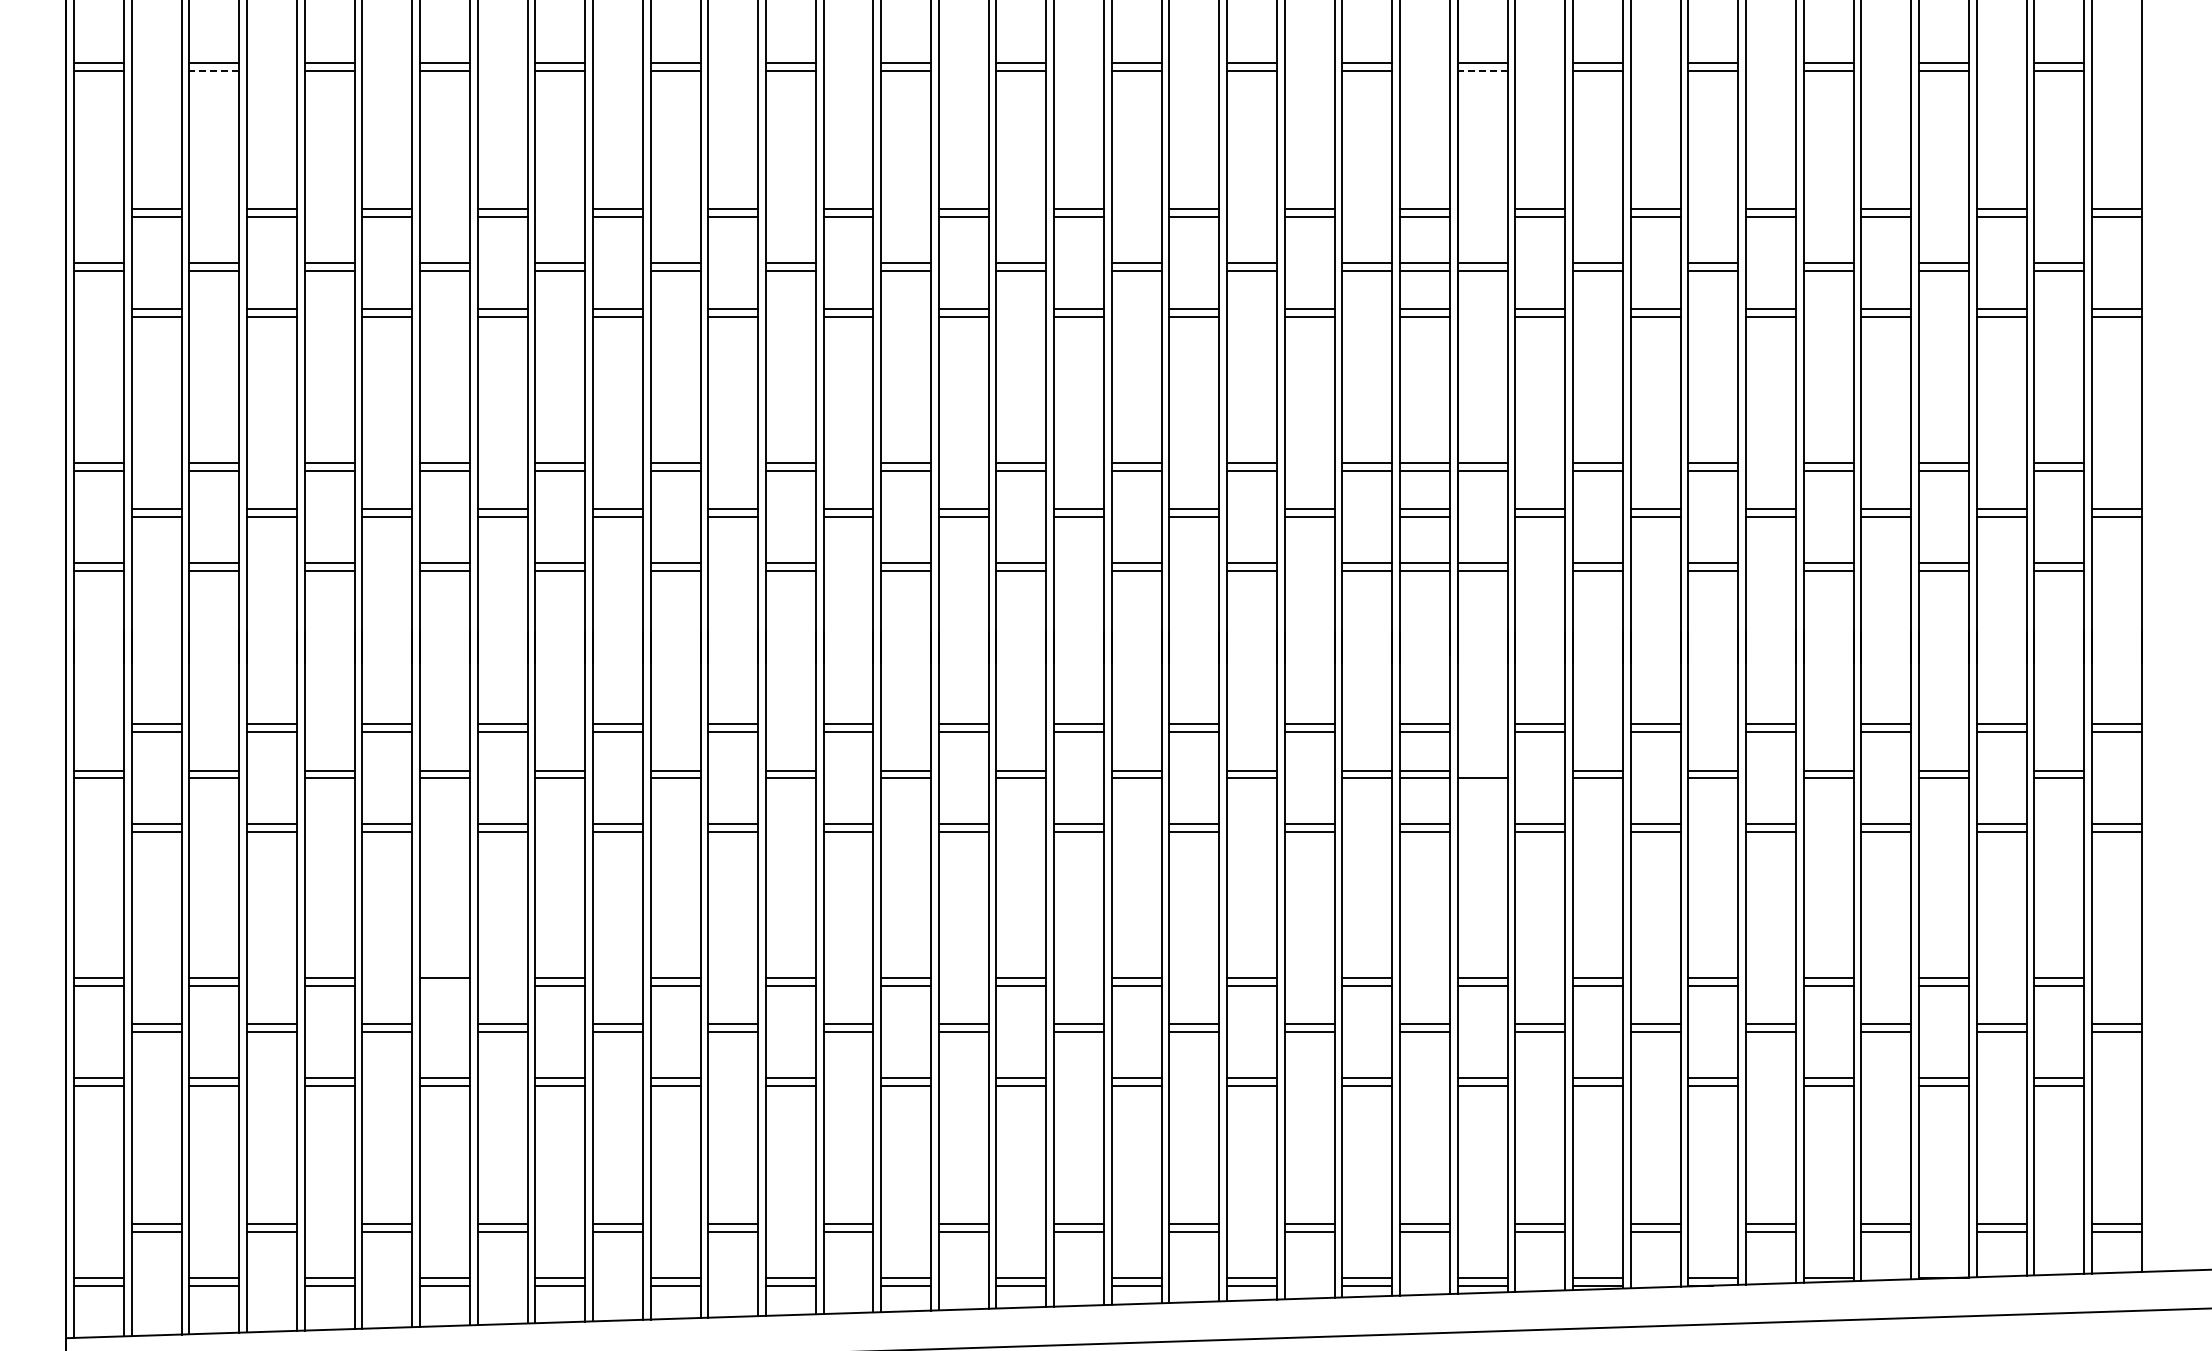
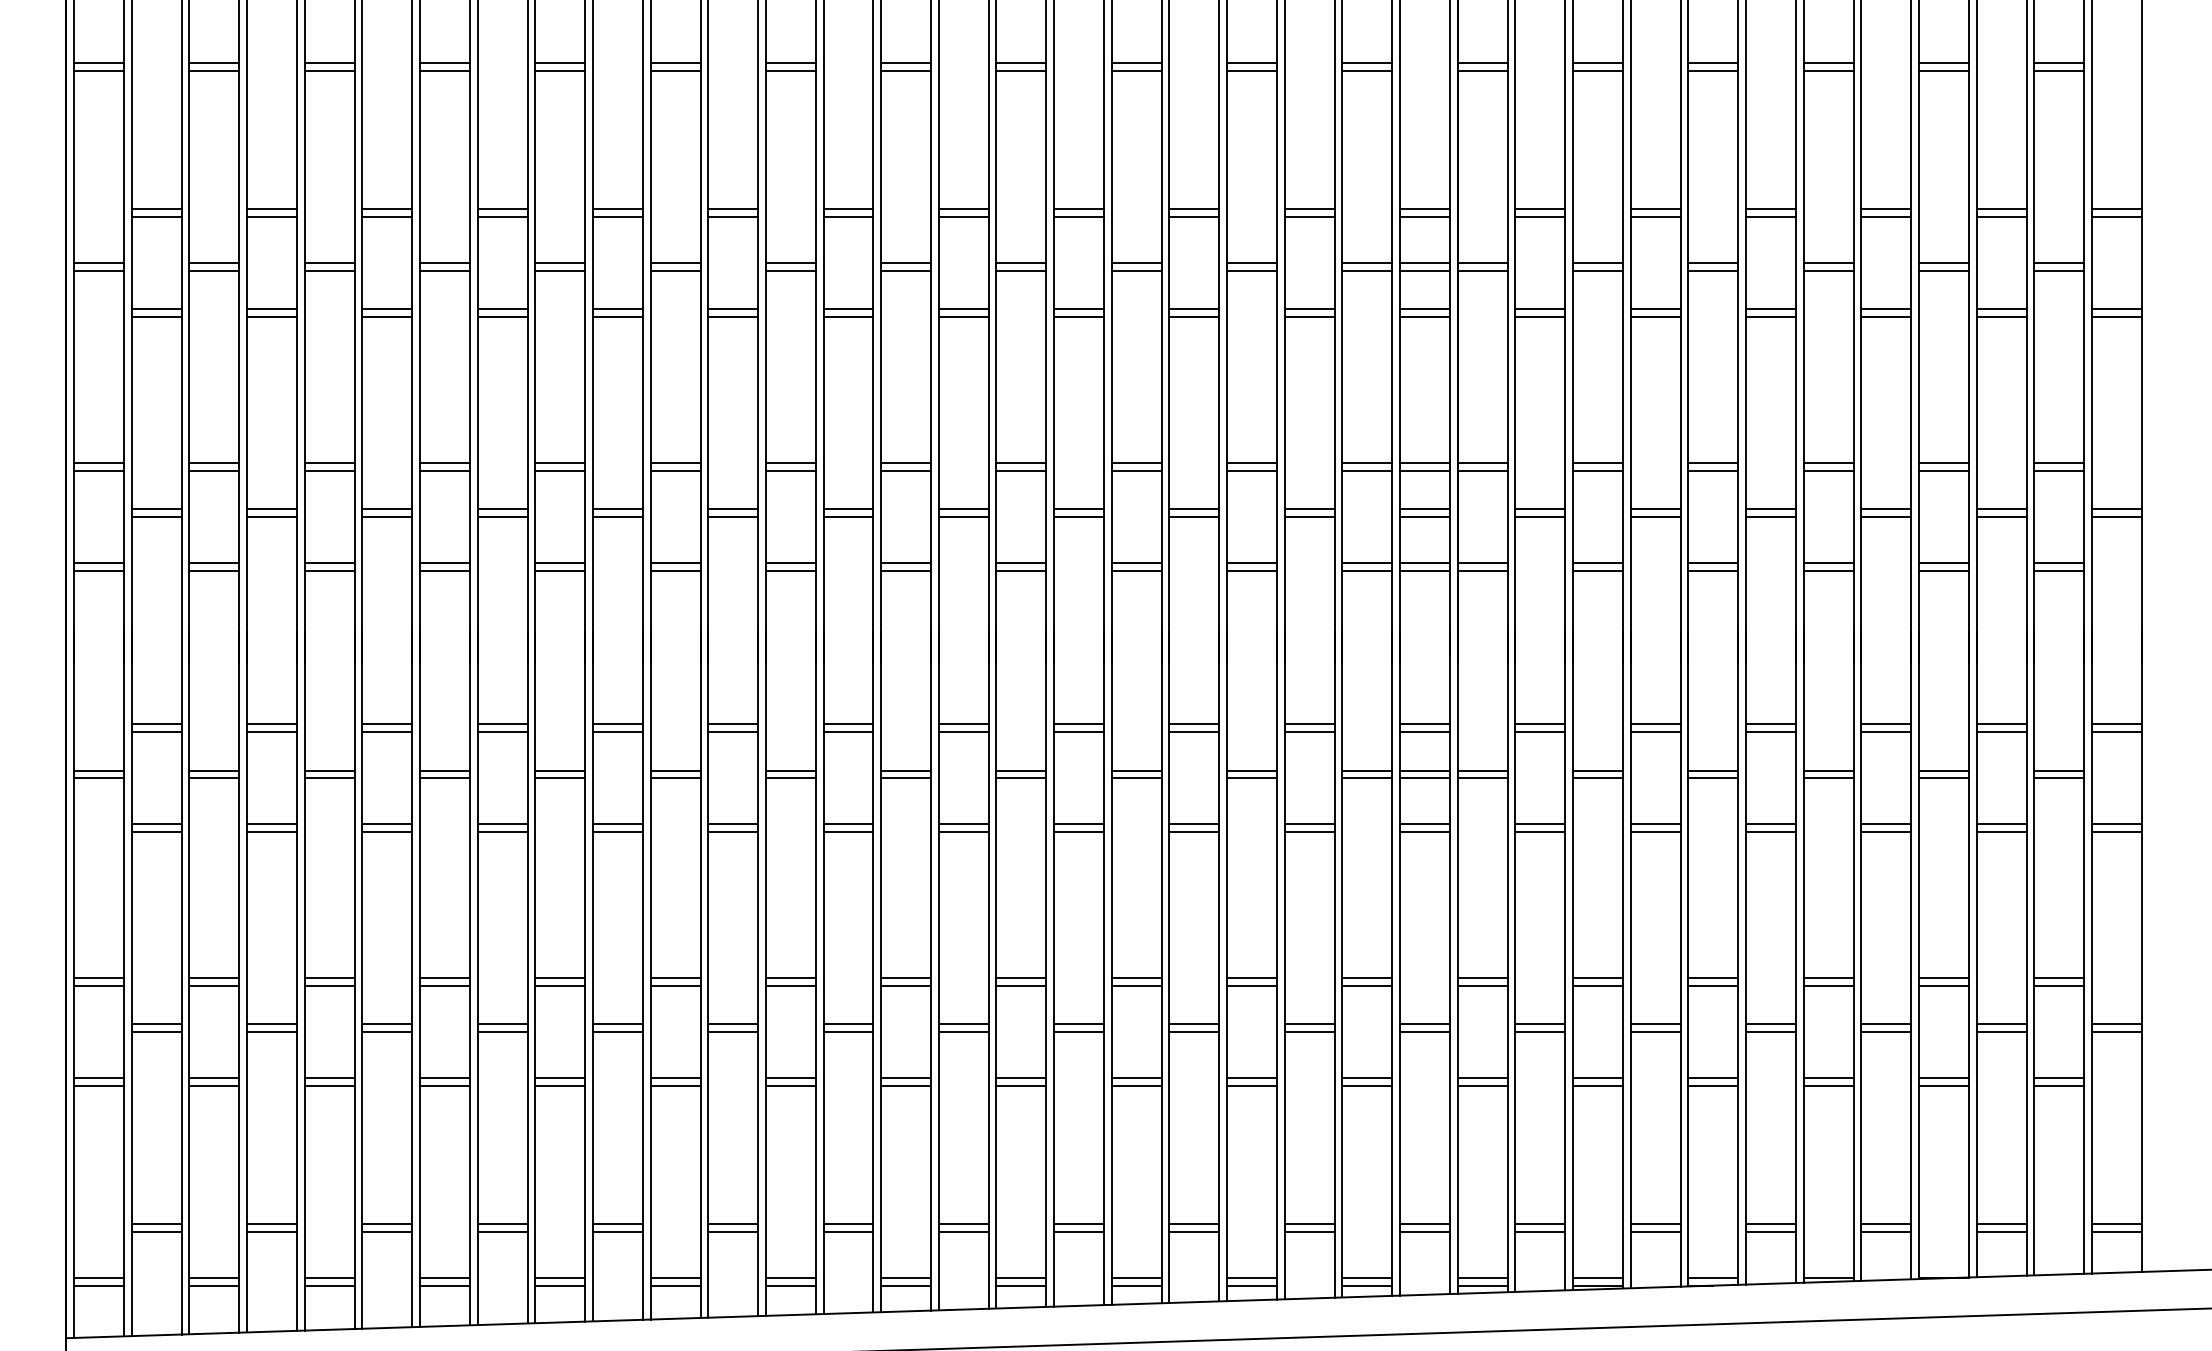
line at (214, 71): dashed -> solid
line at (1482, 71): dashed -> solid
line at (1482, 770): none -> present
line at (444, 985): none -> present
